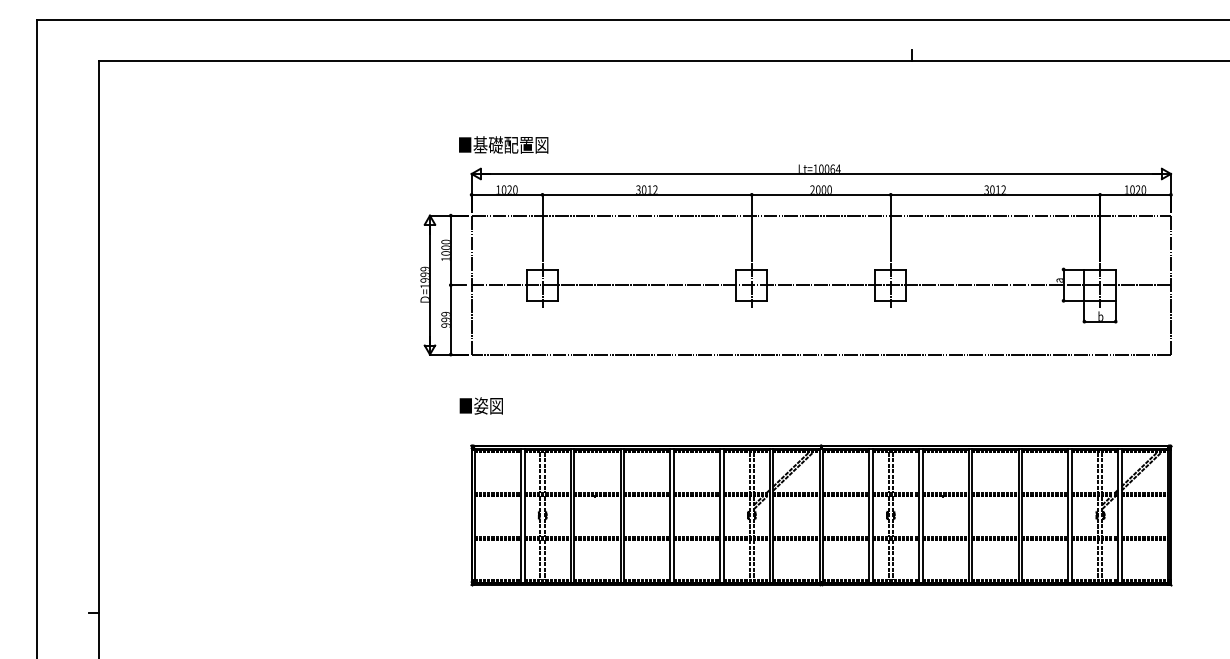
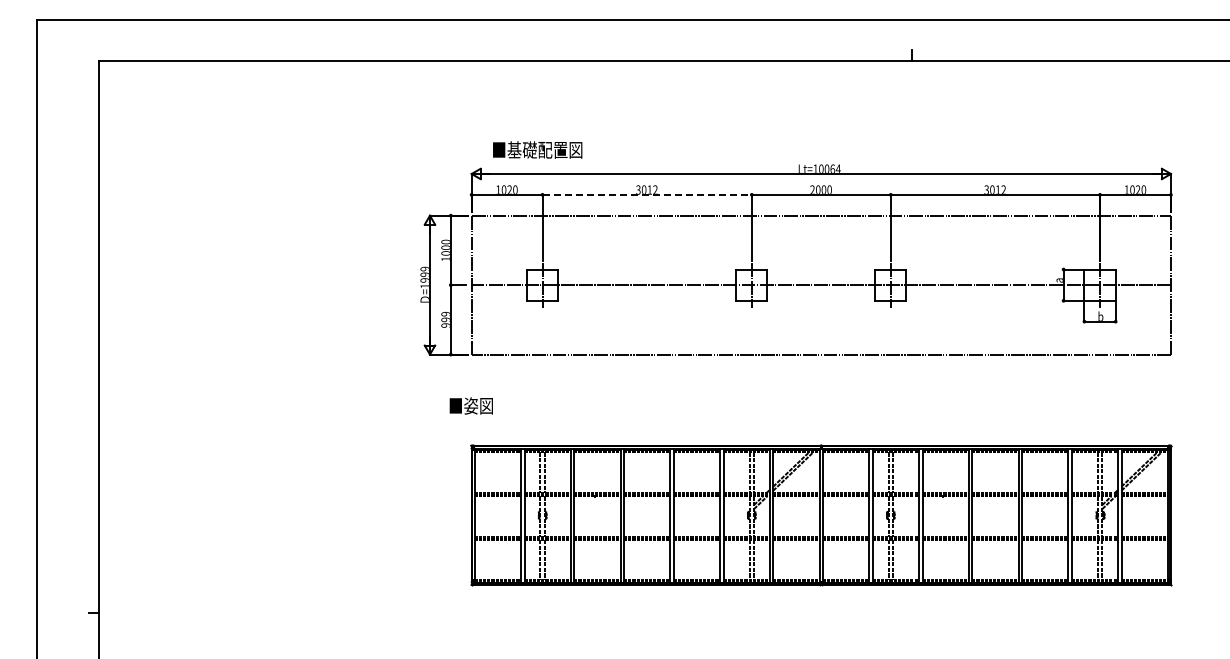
text at (503, 144) position: (503, 144) -> (537, 149)
line at (647, 194): solid -> dashed
text at (480, 405) position: (480, 405) -> (470, 405)
